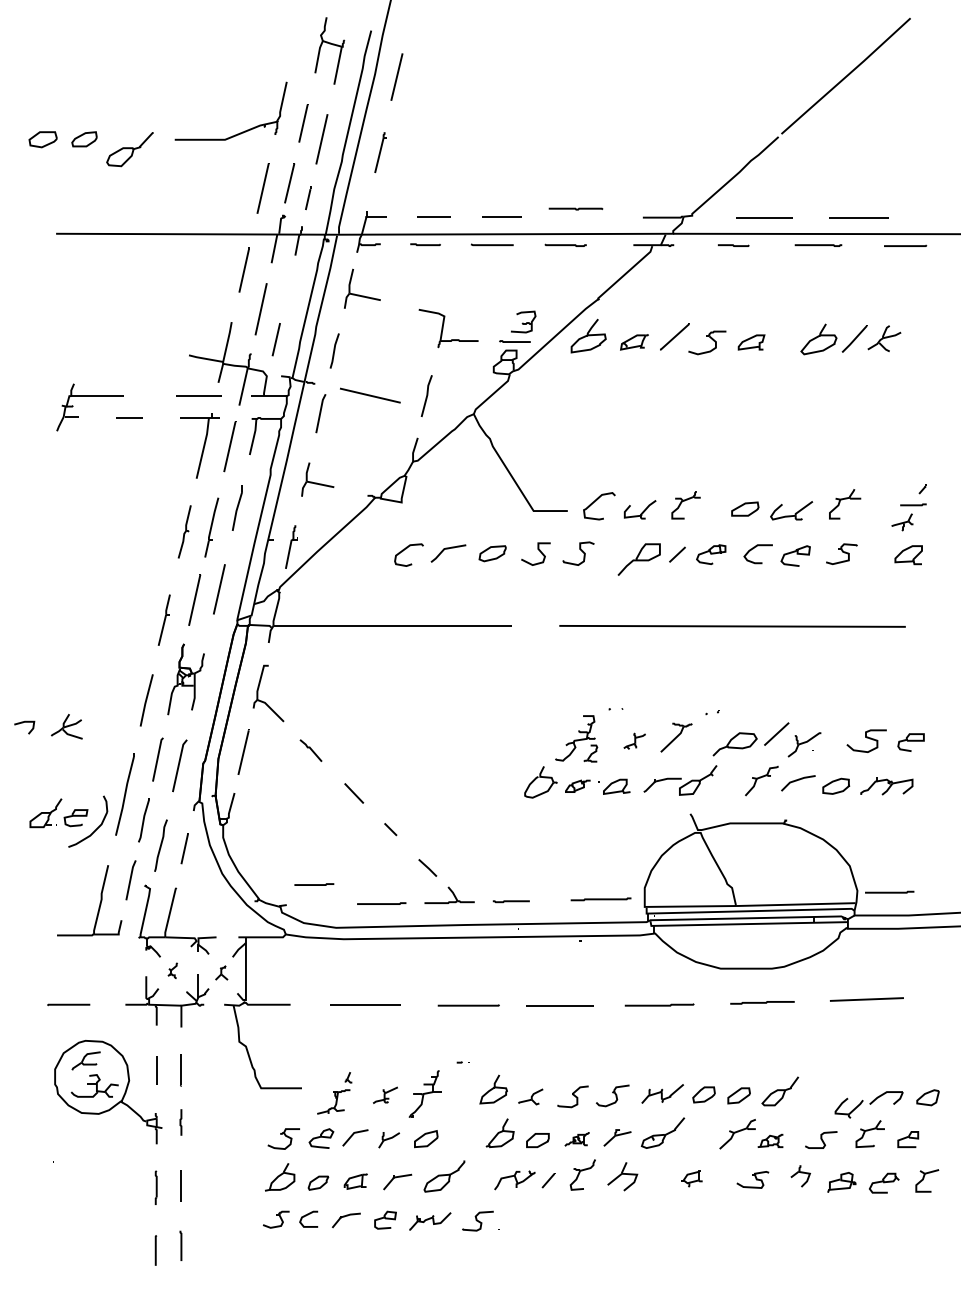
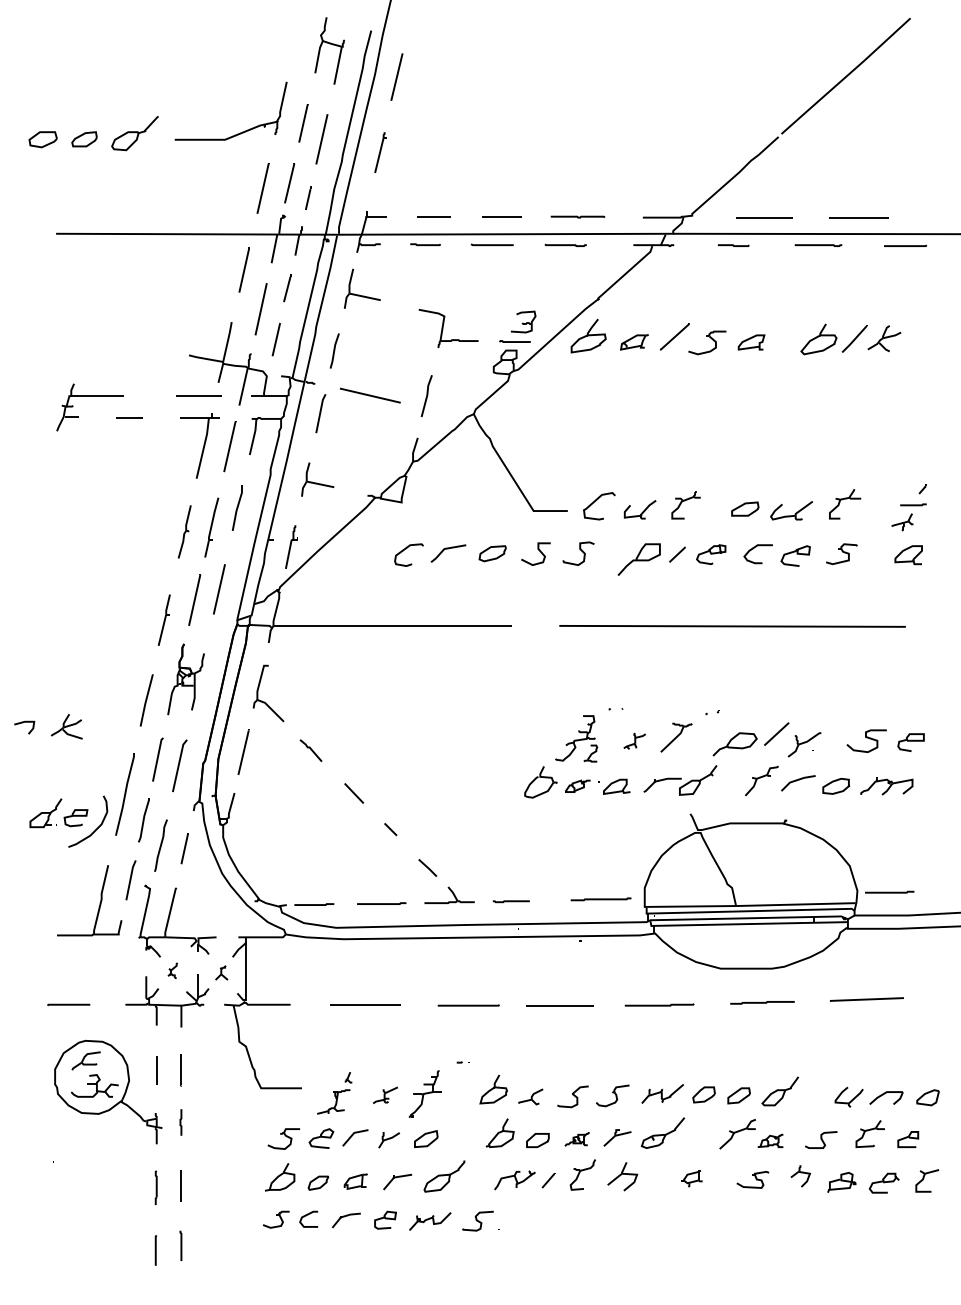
part at (129, 149) position: (129, 149) -> (134, 133)
line at (575, 208) position: (575, 208) -> (577, 216)
line at (287, 288): none -> present
line at (314, 884) position: (314, 884) -> (314, 904)
part at (848, 1107) position: (848, 1107) -> (848, 1096)
